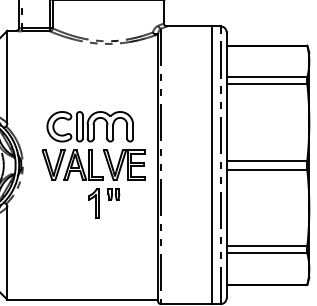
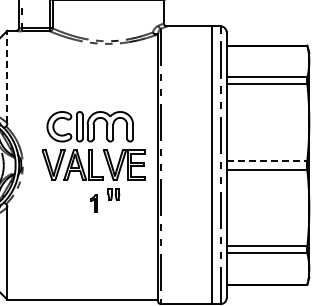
line at (7, 76): solid -> dashed
line at (267, 160): solid -> dashed
part at (93, 203) size: 12x31 px -> 8x19 px
